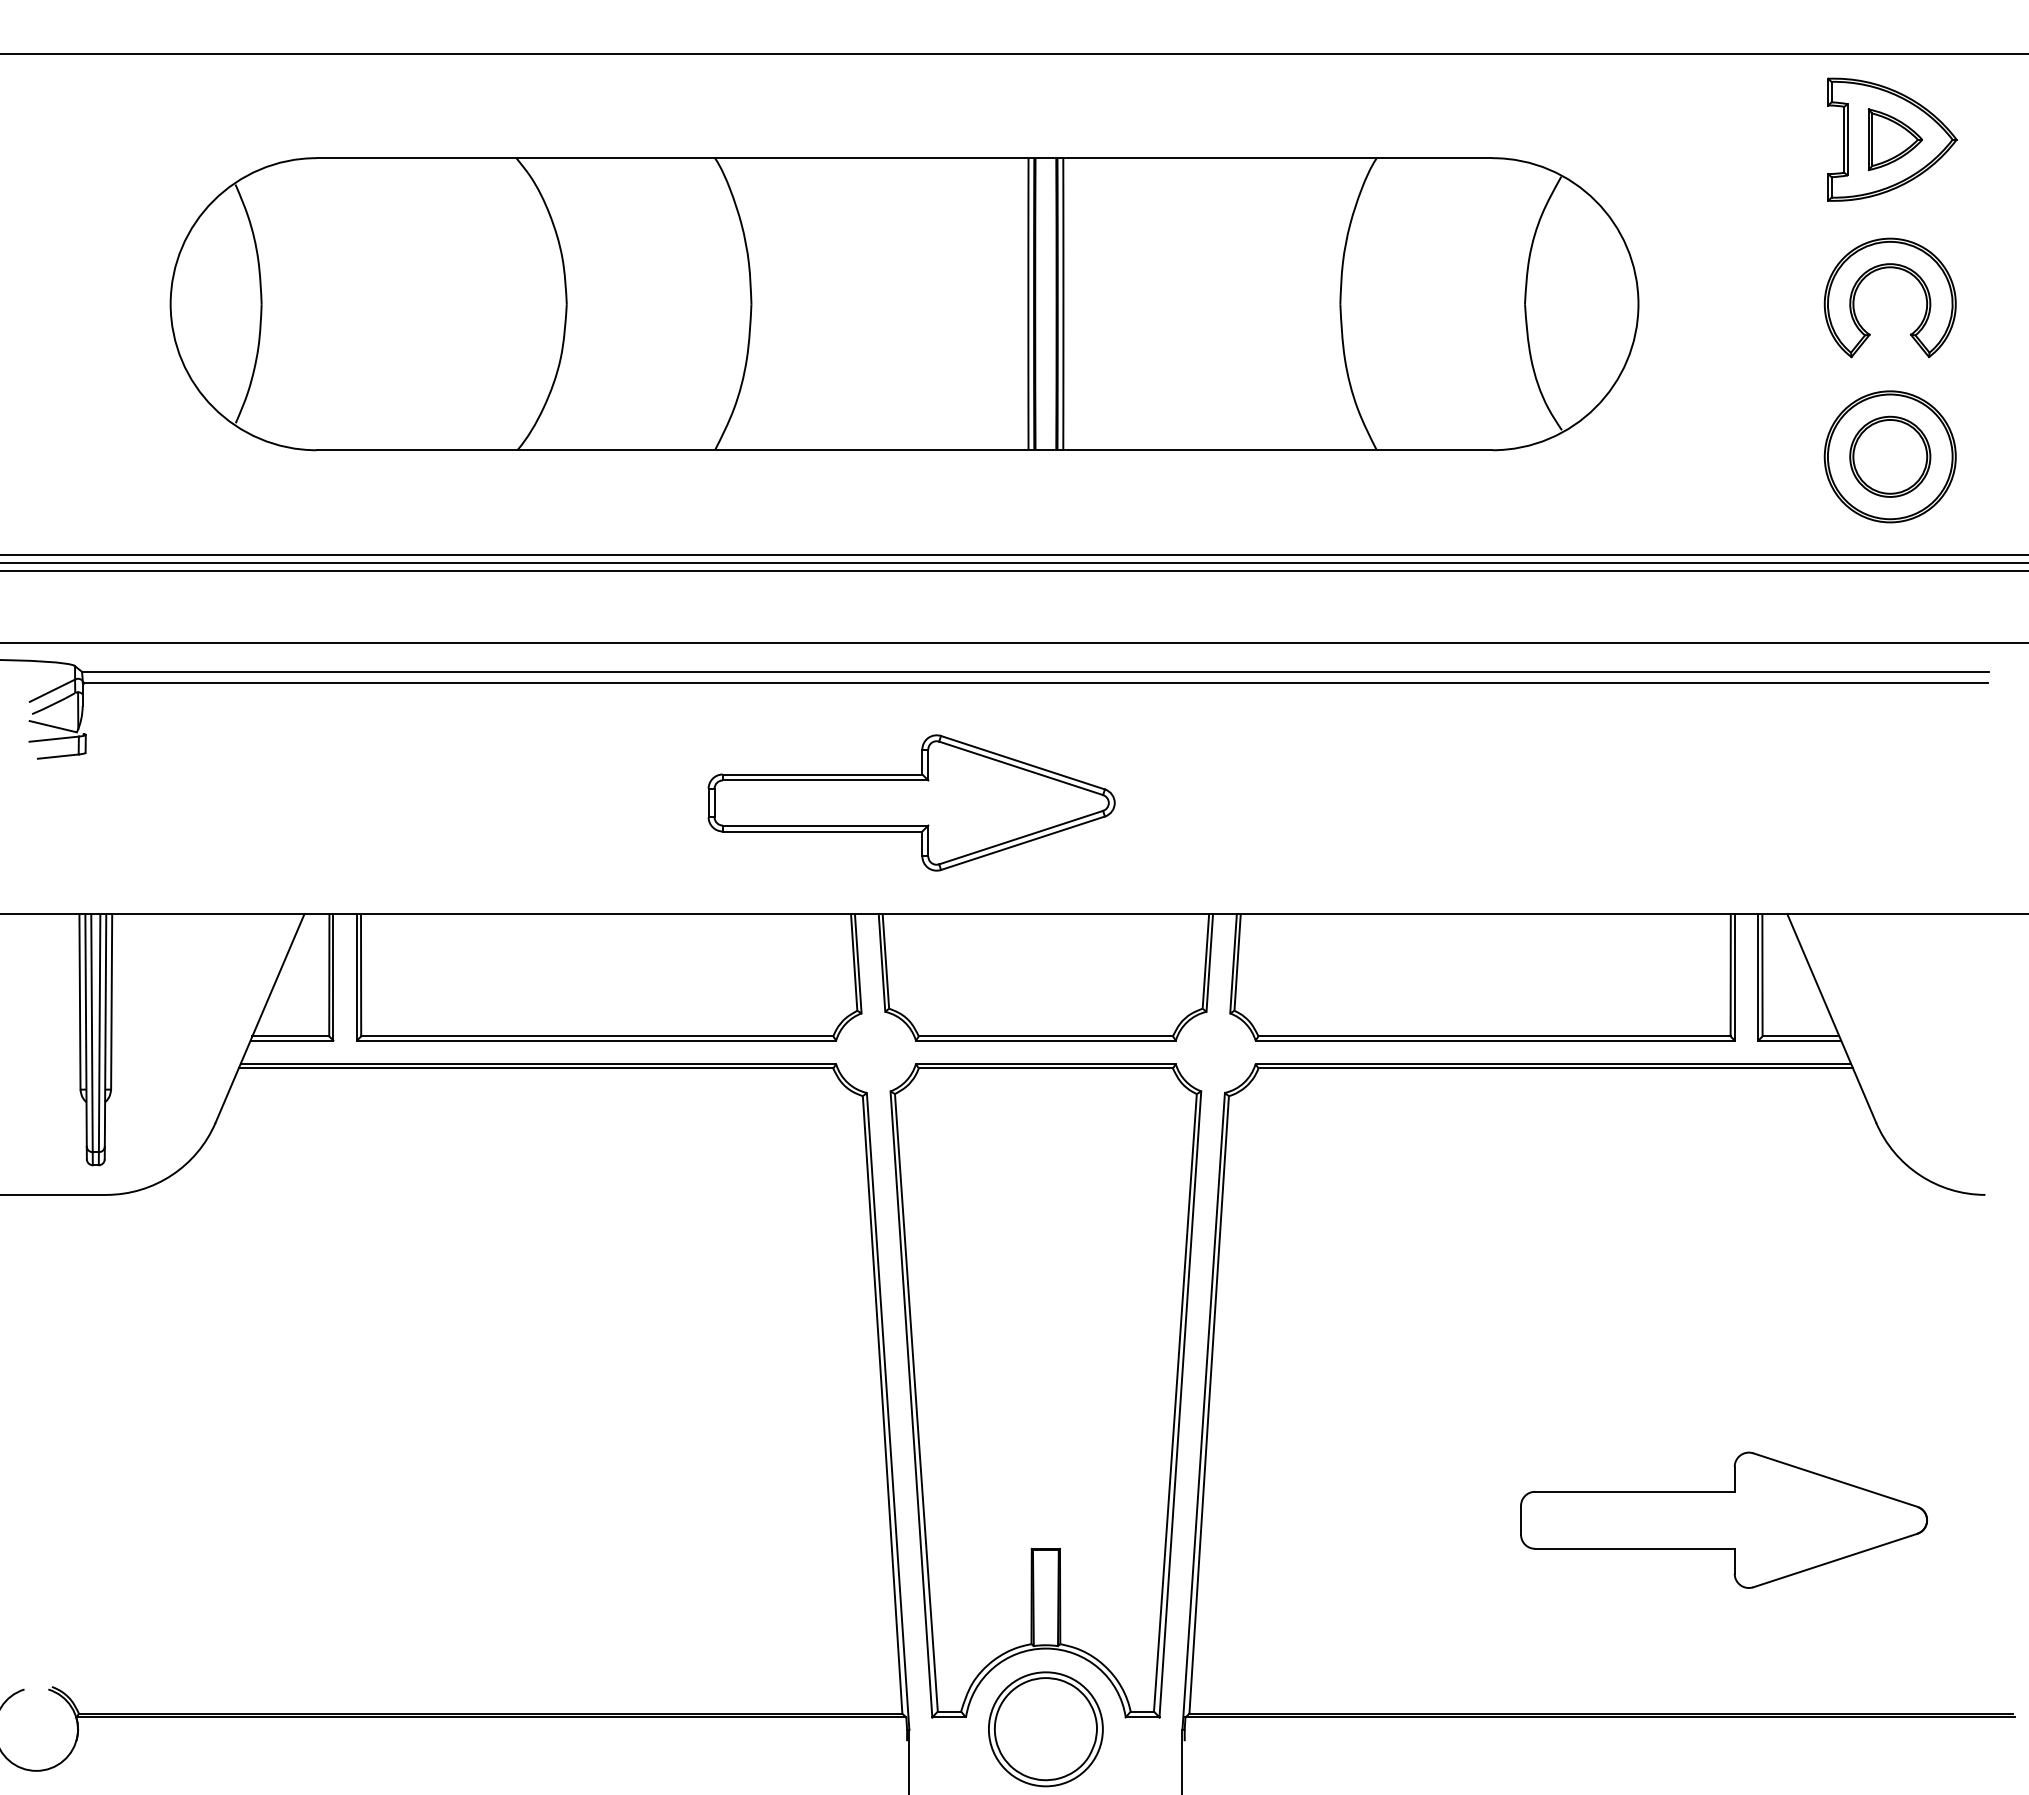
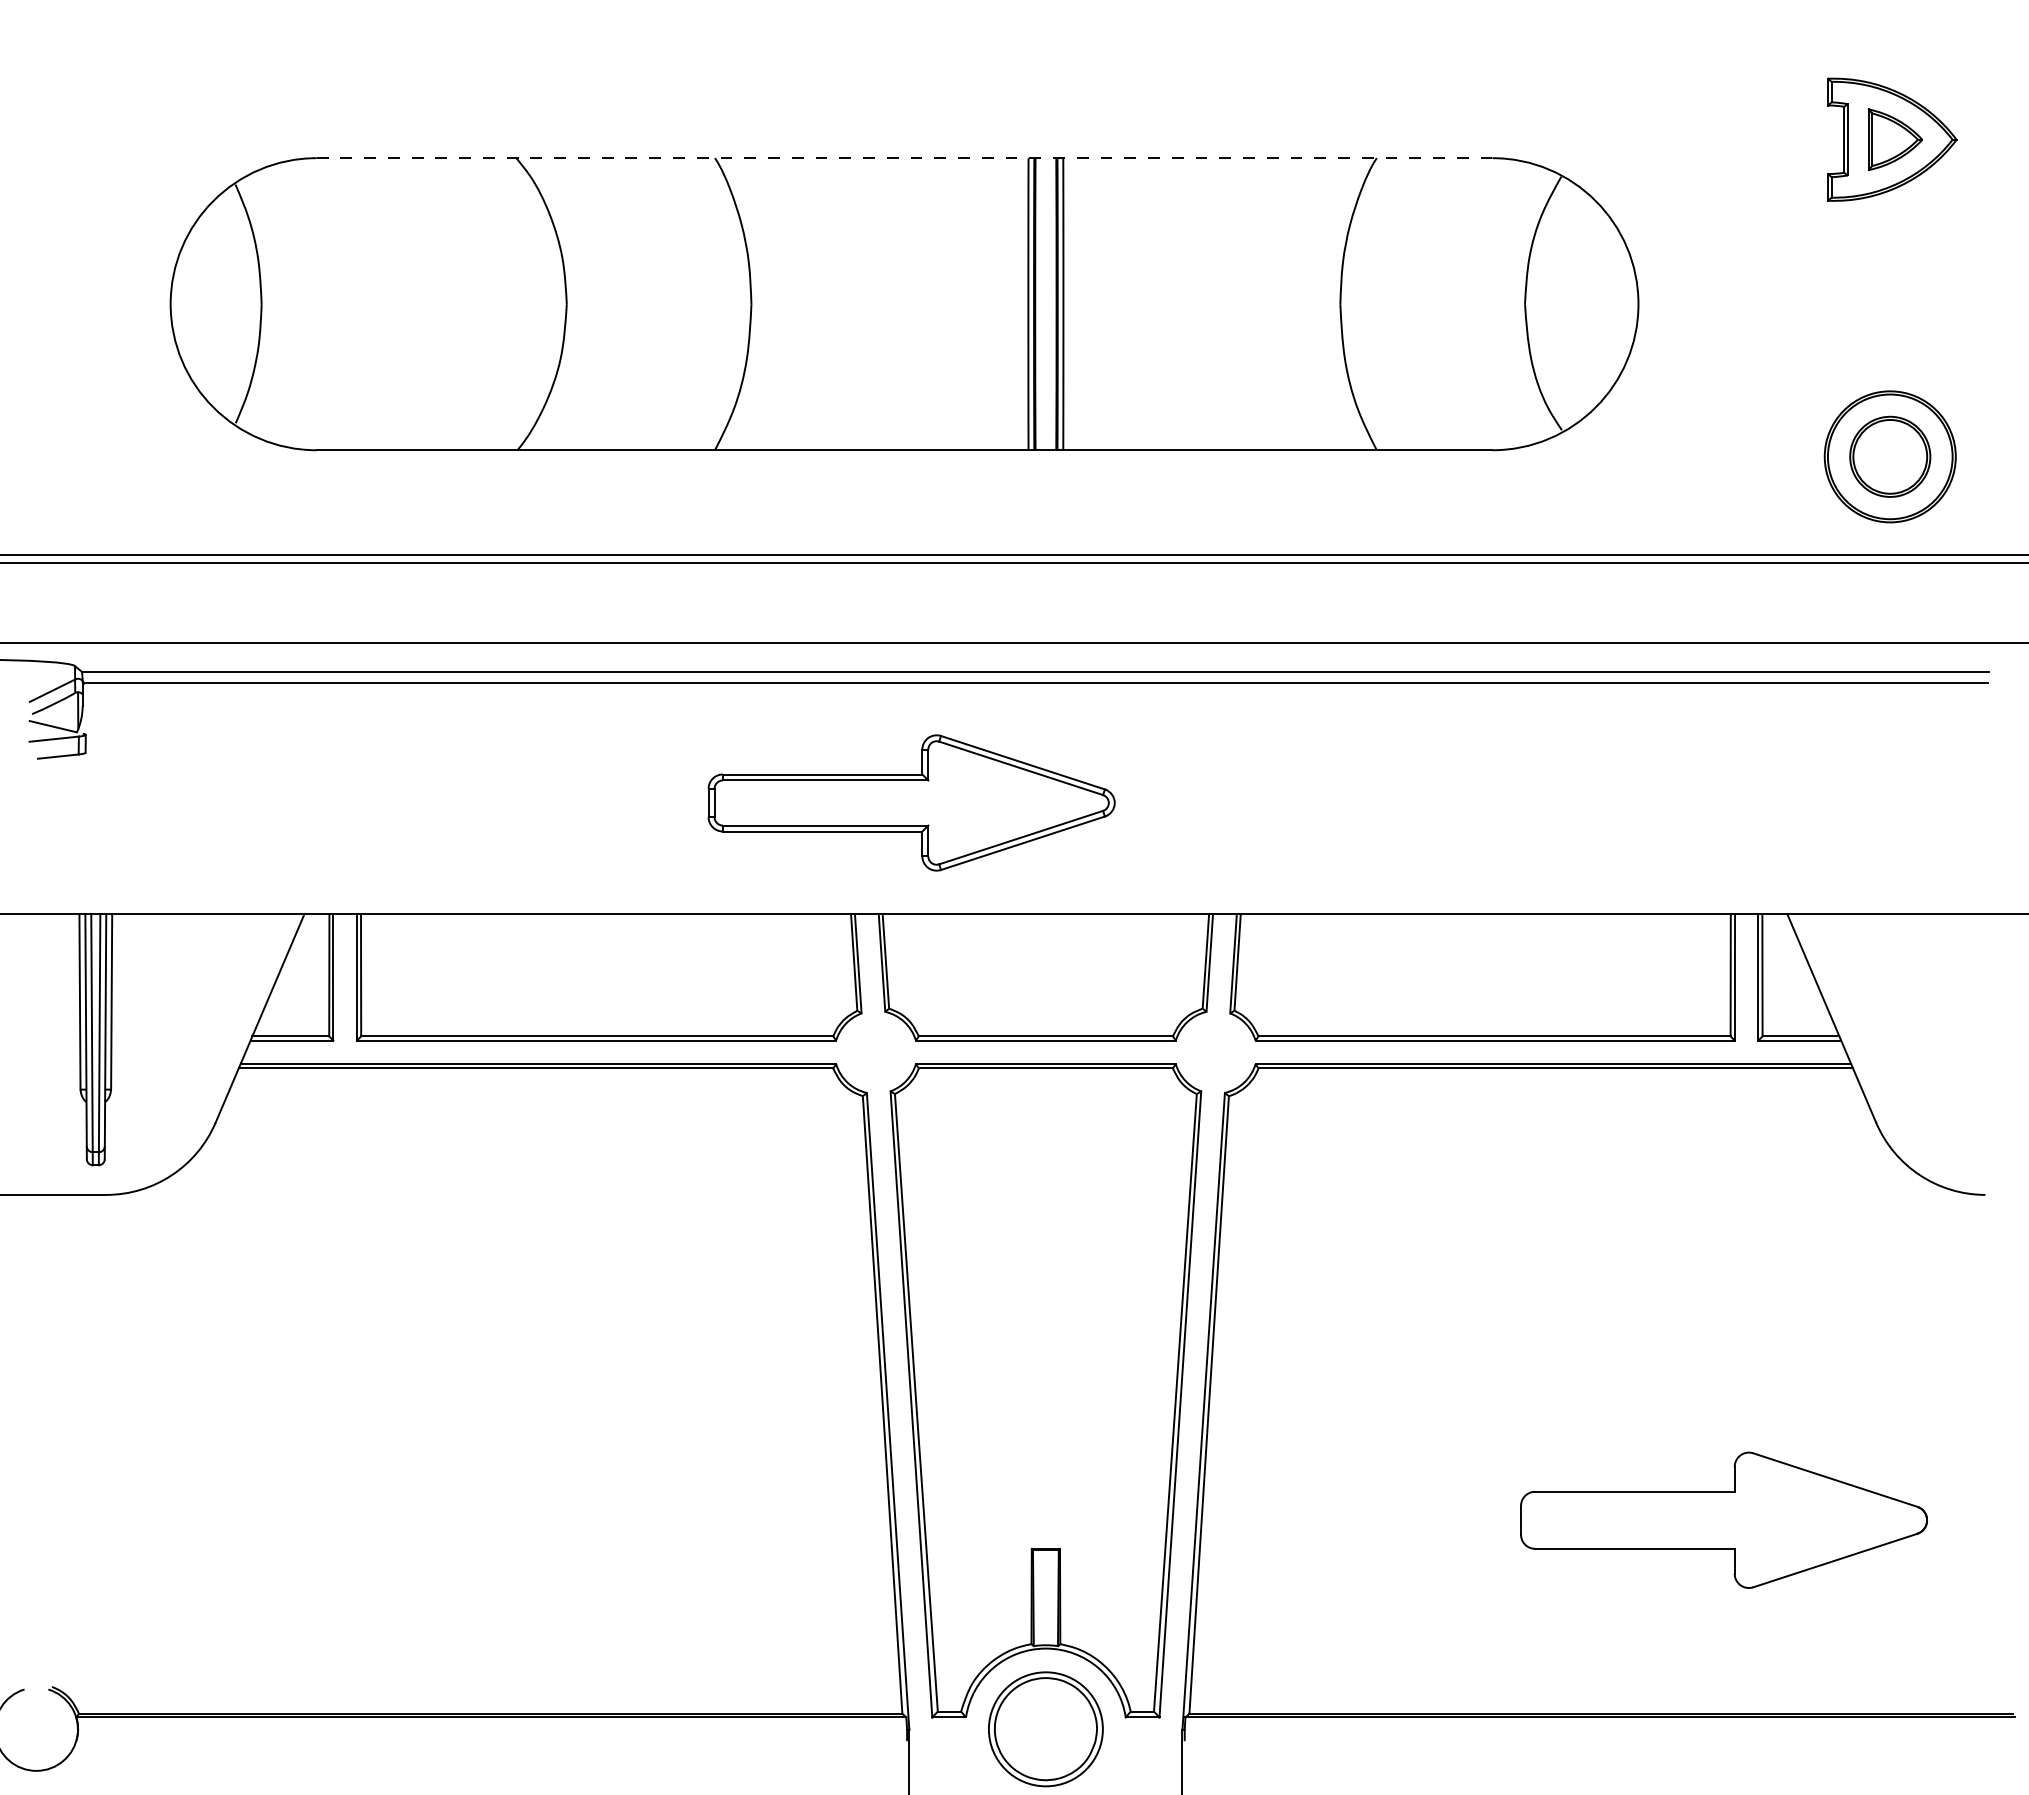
line at (1013, 53): present -> none
line at (904, 158): solid -> dashed
part at (1882, 269): present -> none
line at (1013, 571): present -> none
